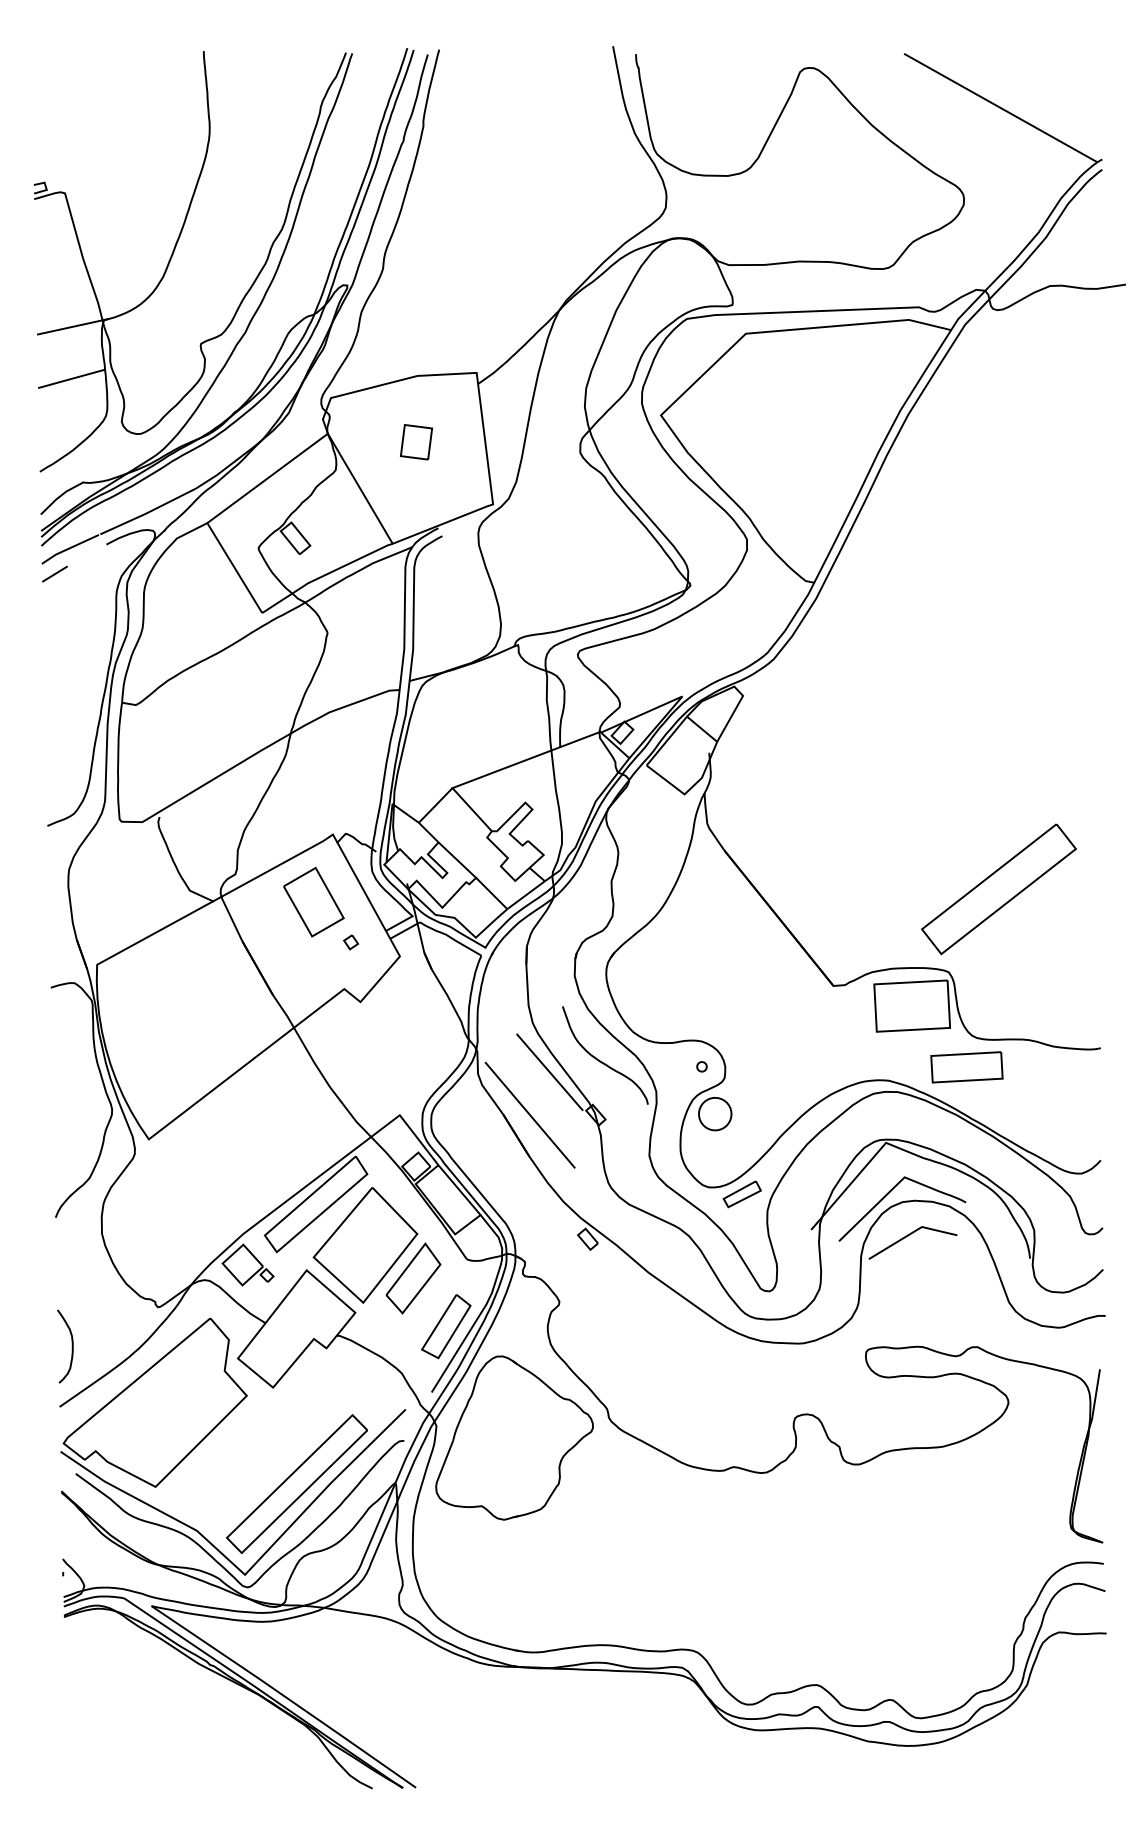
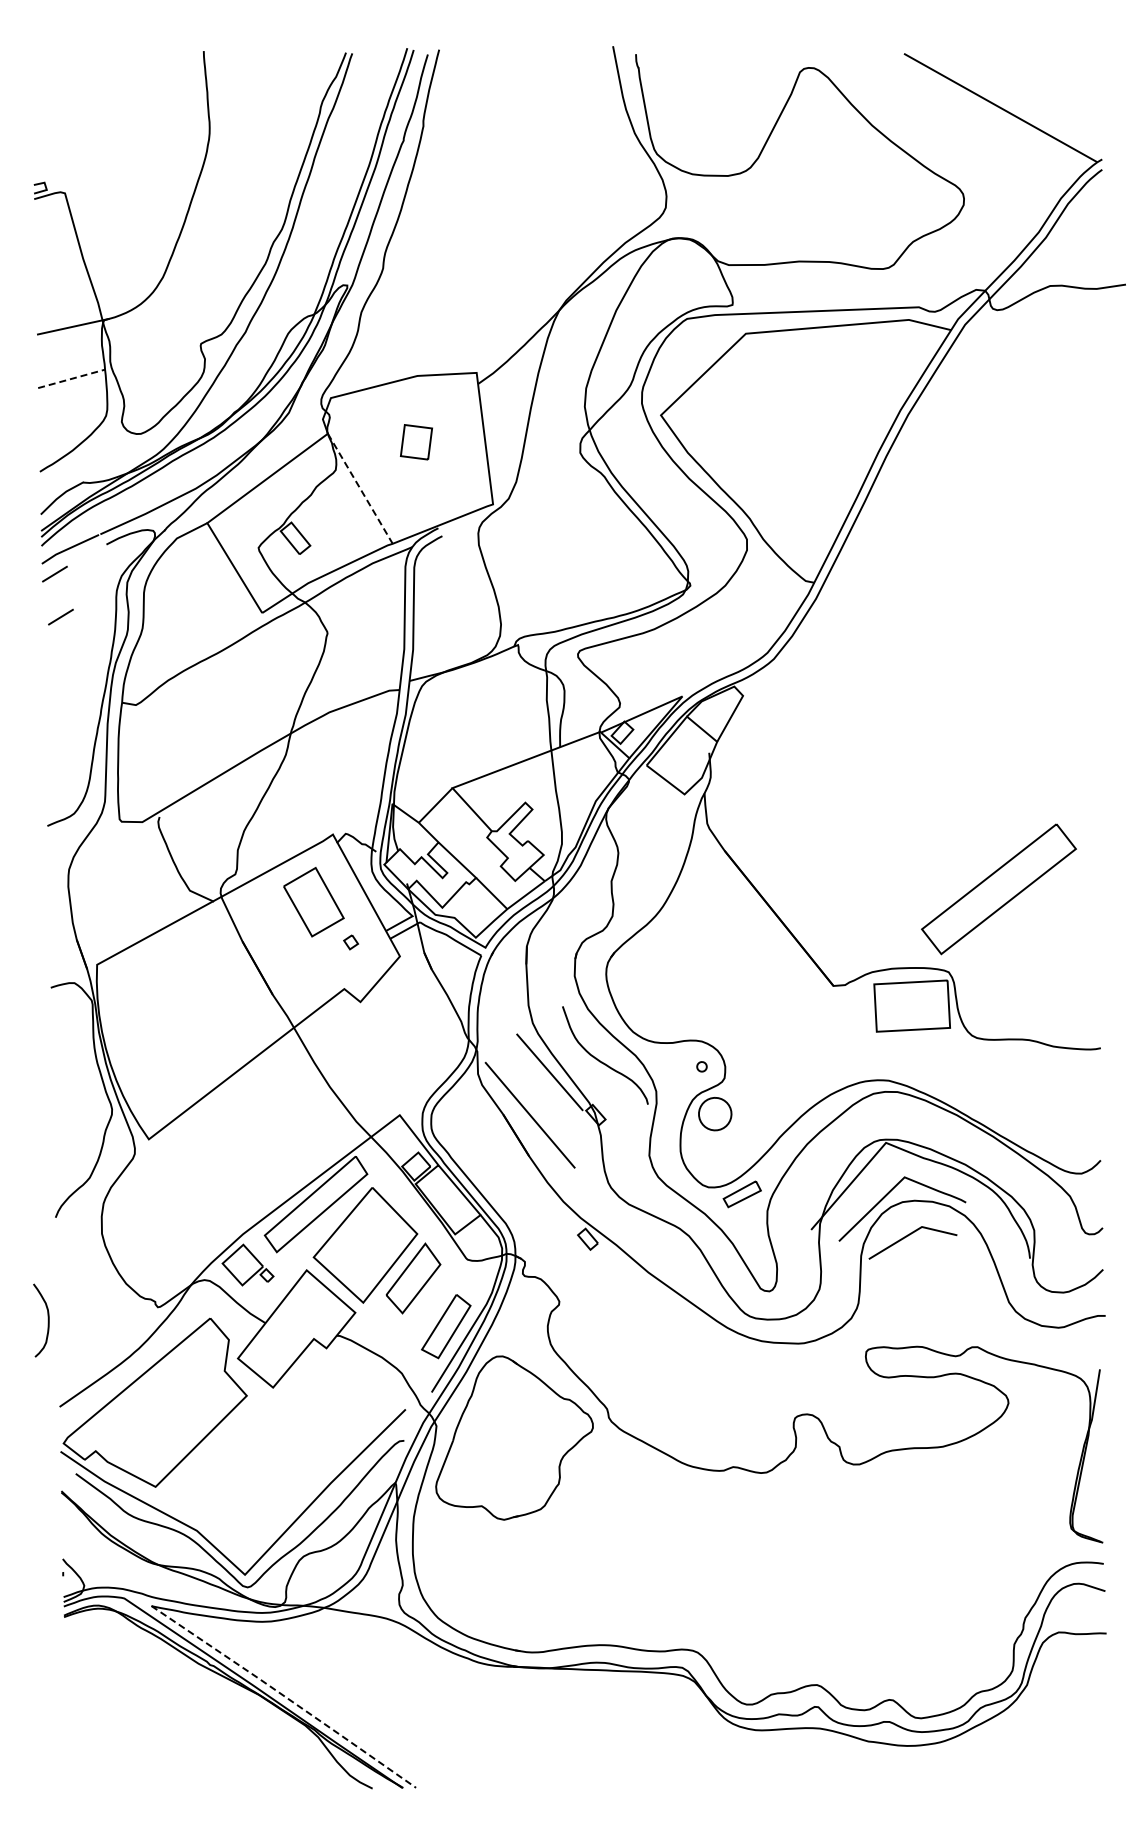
line at (71, 378): solid -> dashed
line at (360, 488): solid -> dashed
line at (60, 616): none -> present
part at (966, 1067): present -> none
curve at (71, 1346) position: (71, 1346) -> (47, 1320)
part at (296, 1484): present -> none
line at (284, 1696): solid -> dashed
